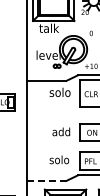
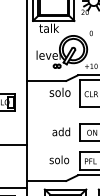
line at (14, 145): none -> present
line at (46, 180): dashed -> solid
line at (14, 188): none -> present
